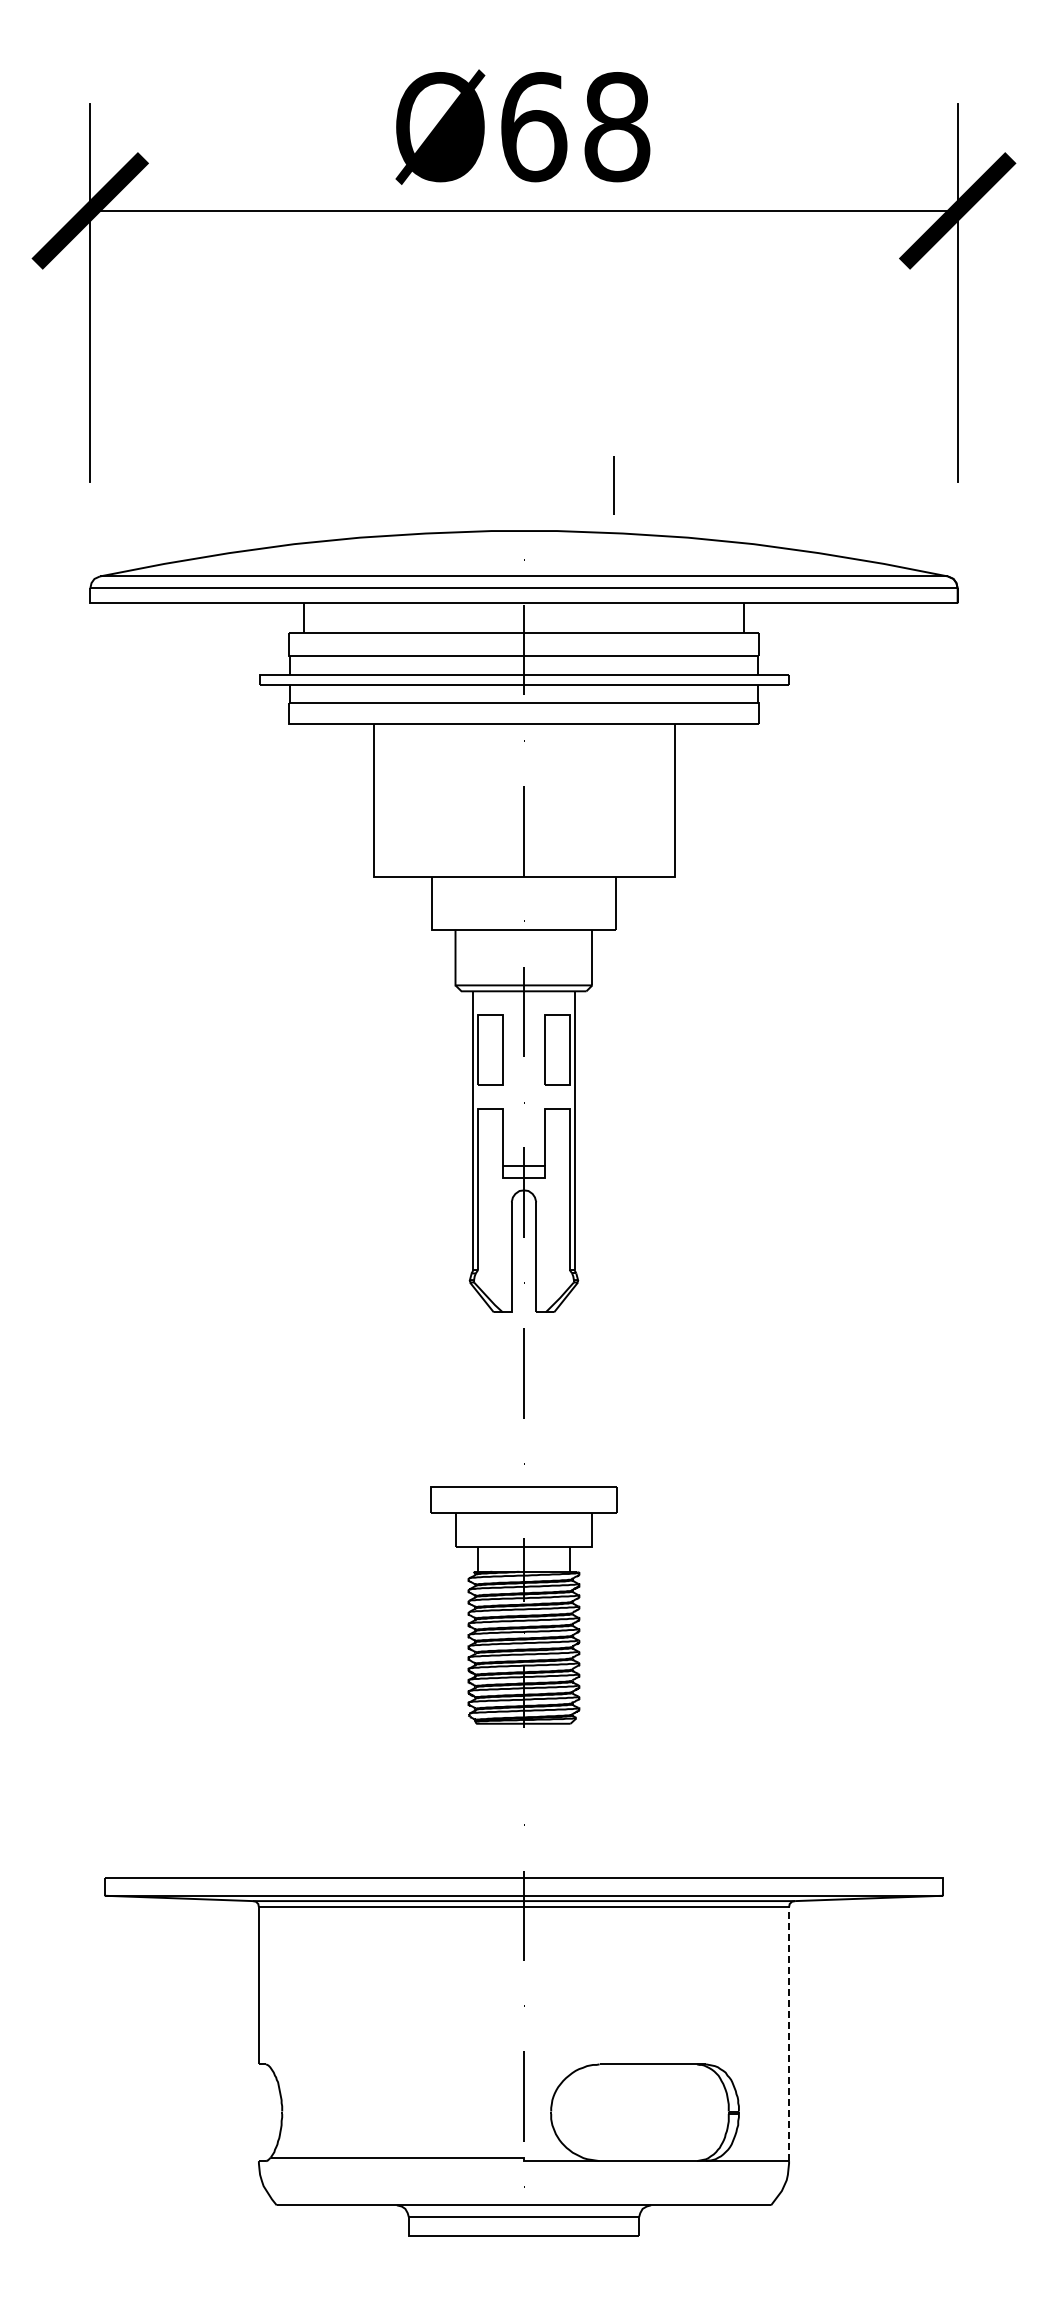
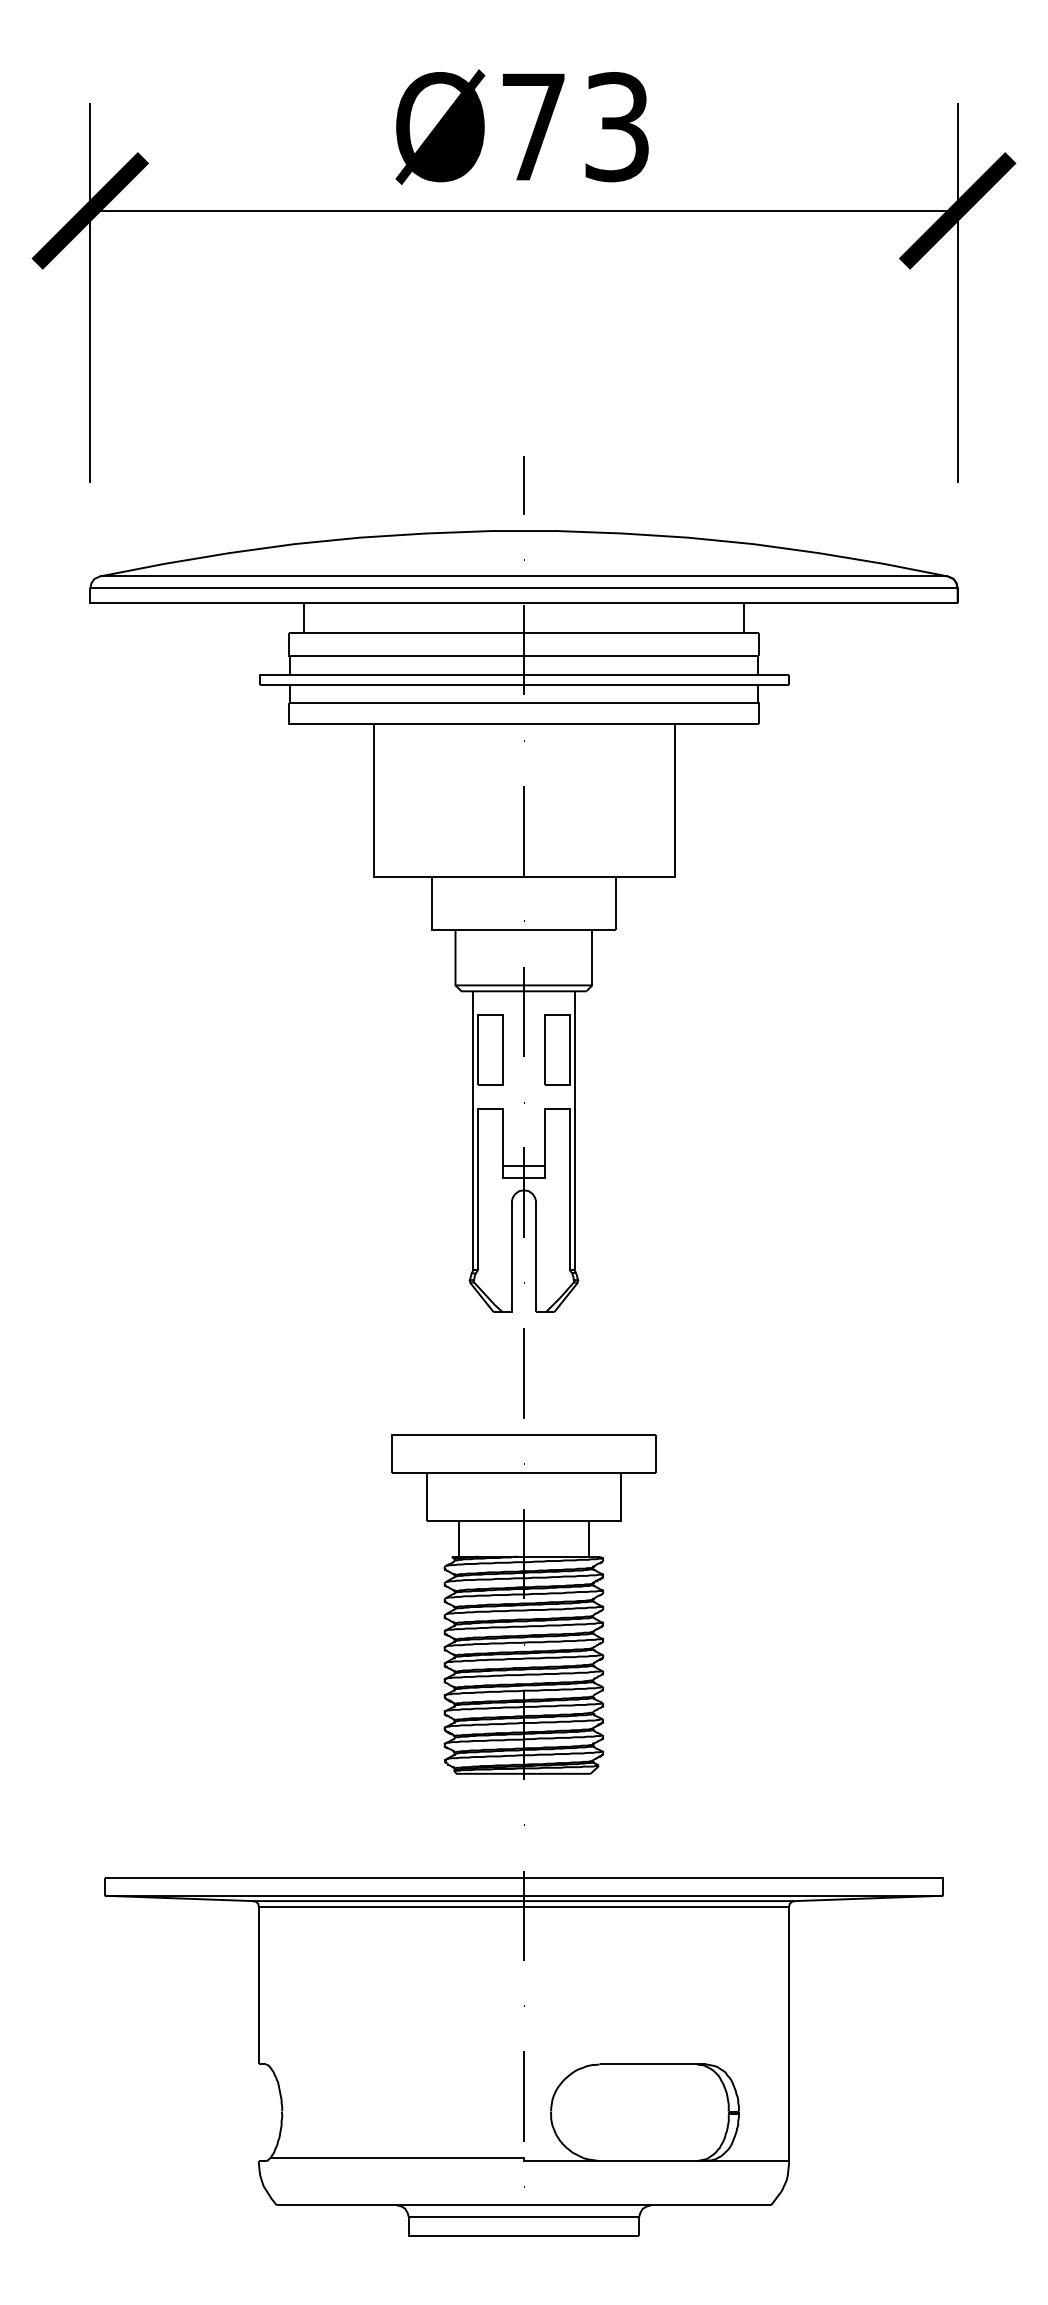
text at (575, 127): Ø68 -> Ø73
line at (613, 485) position: (613, 485) -> (523, 485)
part at (523, 1606) size: 188x242 px -> 266x346 px
line at (789, 2034): dashed -> solid
